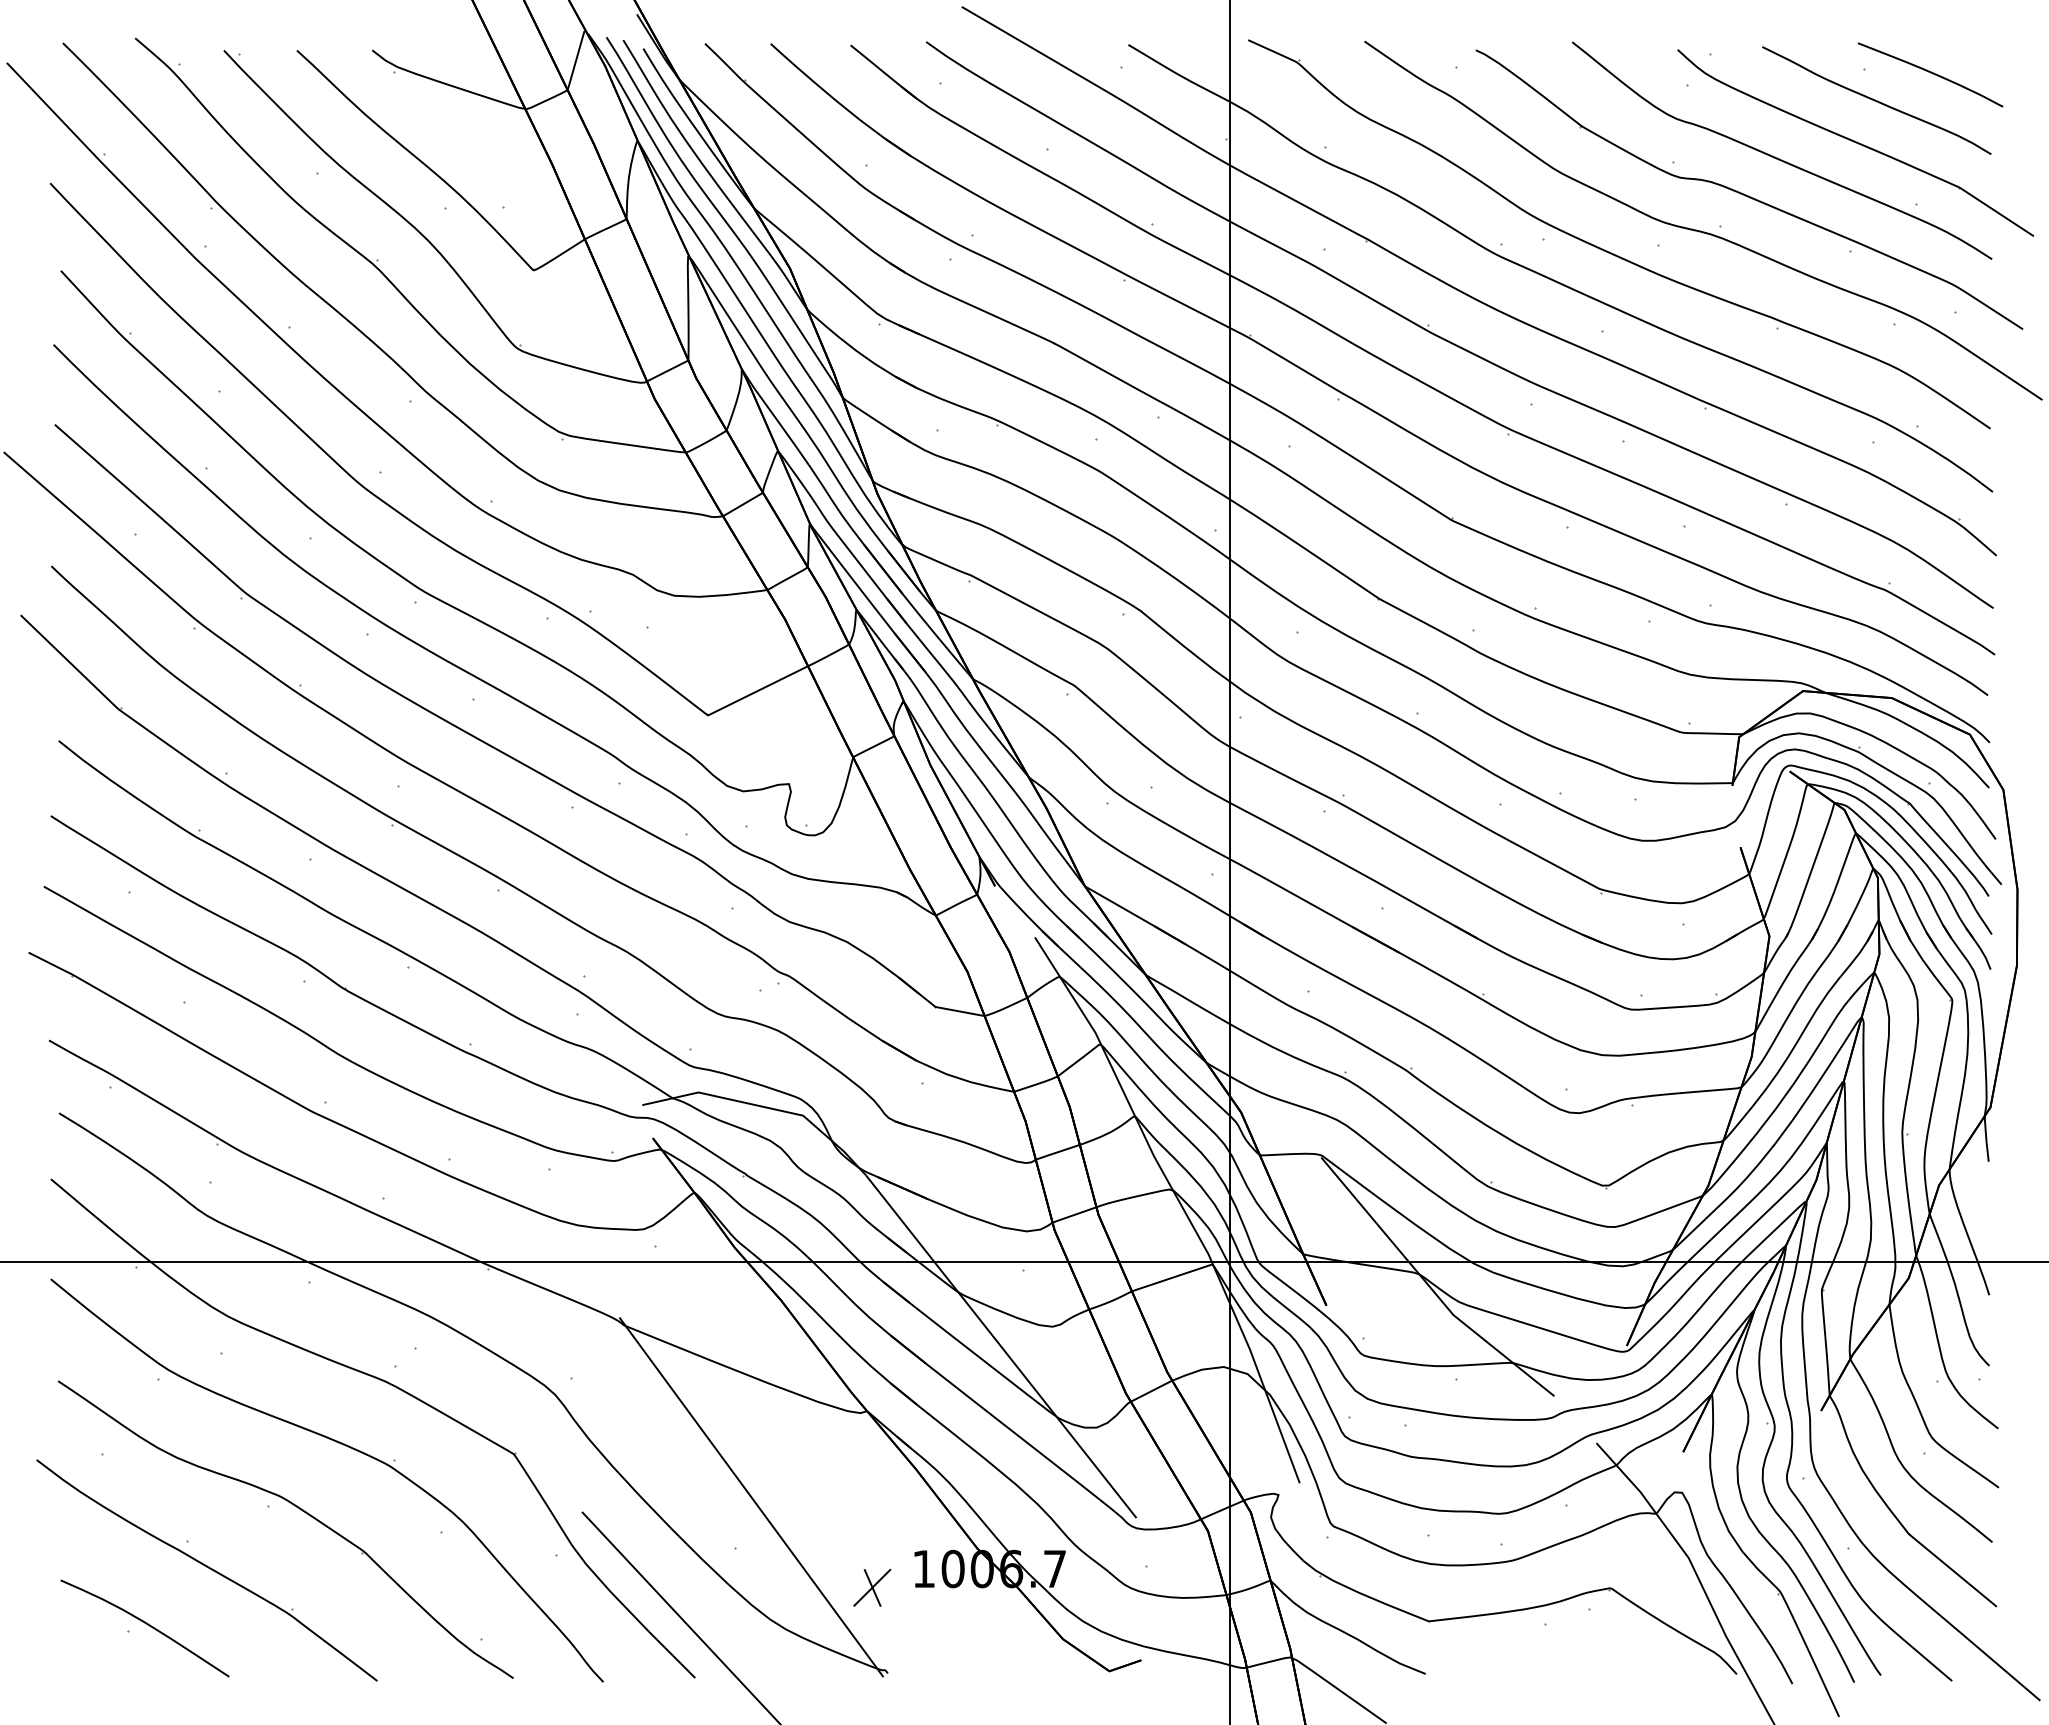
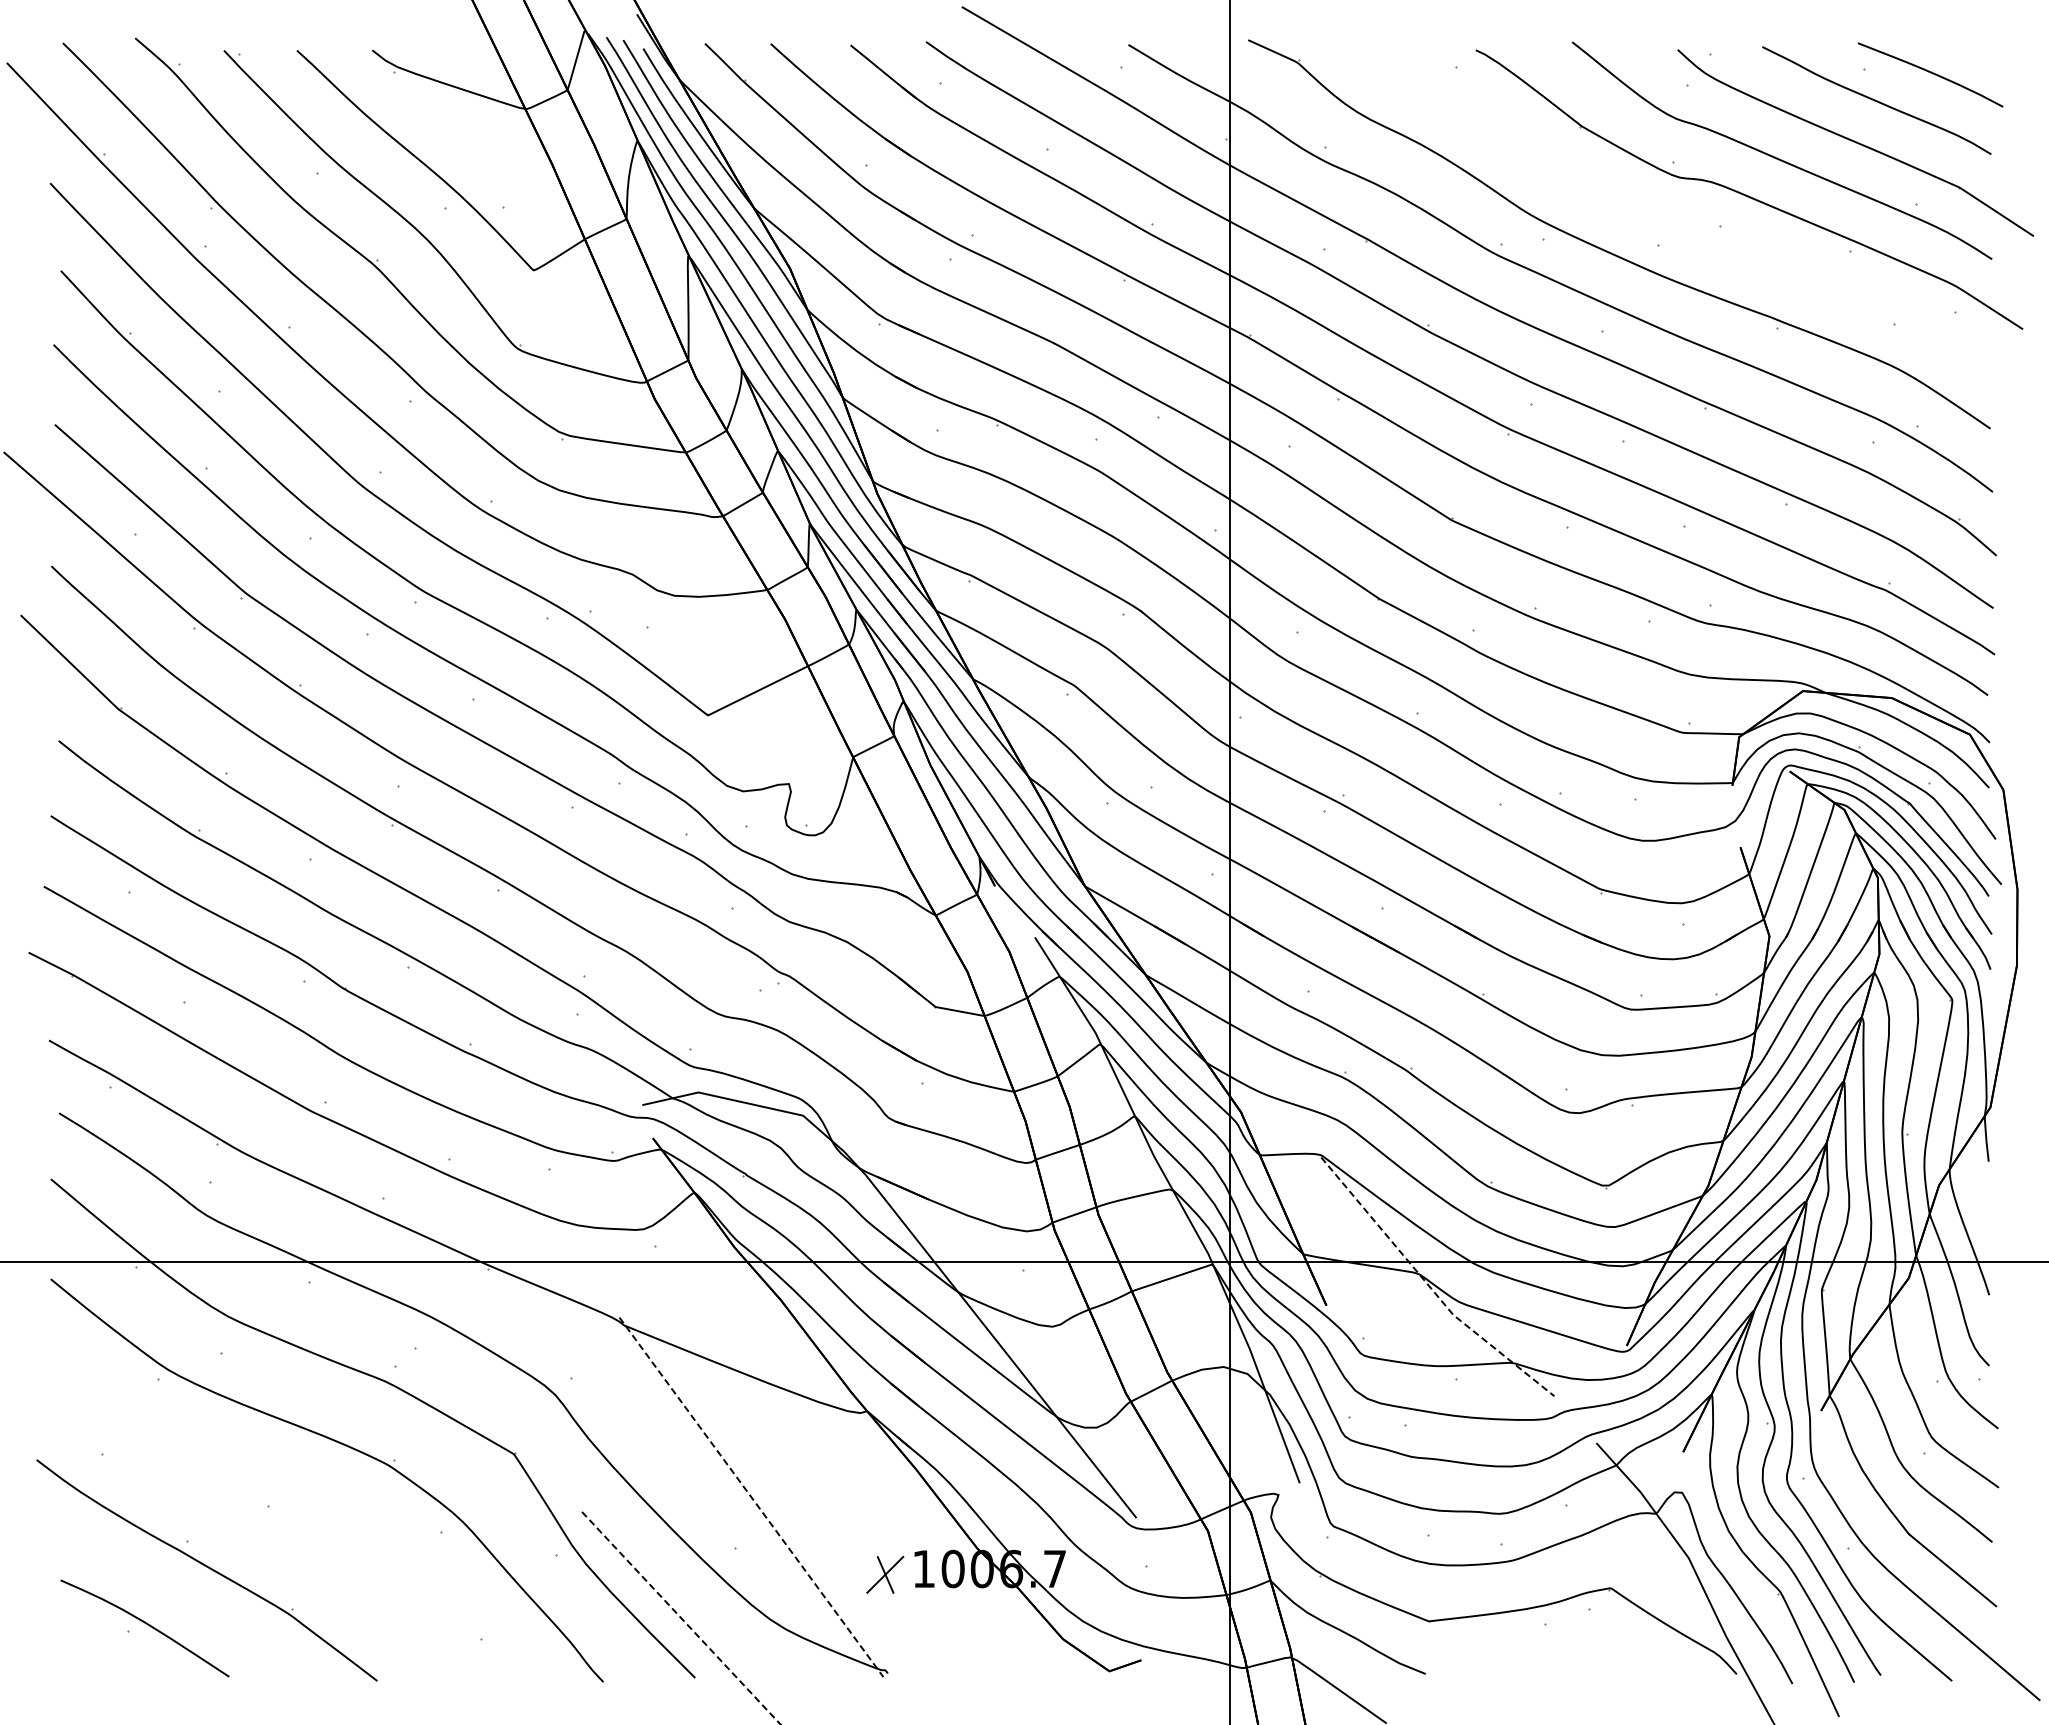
curve at (1701, 230): present -> none
line at (1429, 1286): solid -> dashed
line at (751, 1497): solid -> dashed
part at (299, 1509): present -> none
part at (872, 1587) position: (872, 1587) -> (885, 1574)
line at (681, 1618): solid -> dashed
